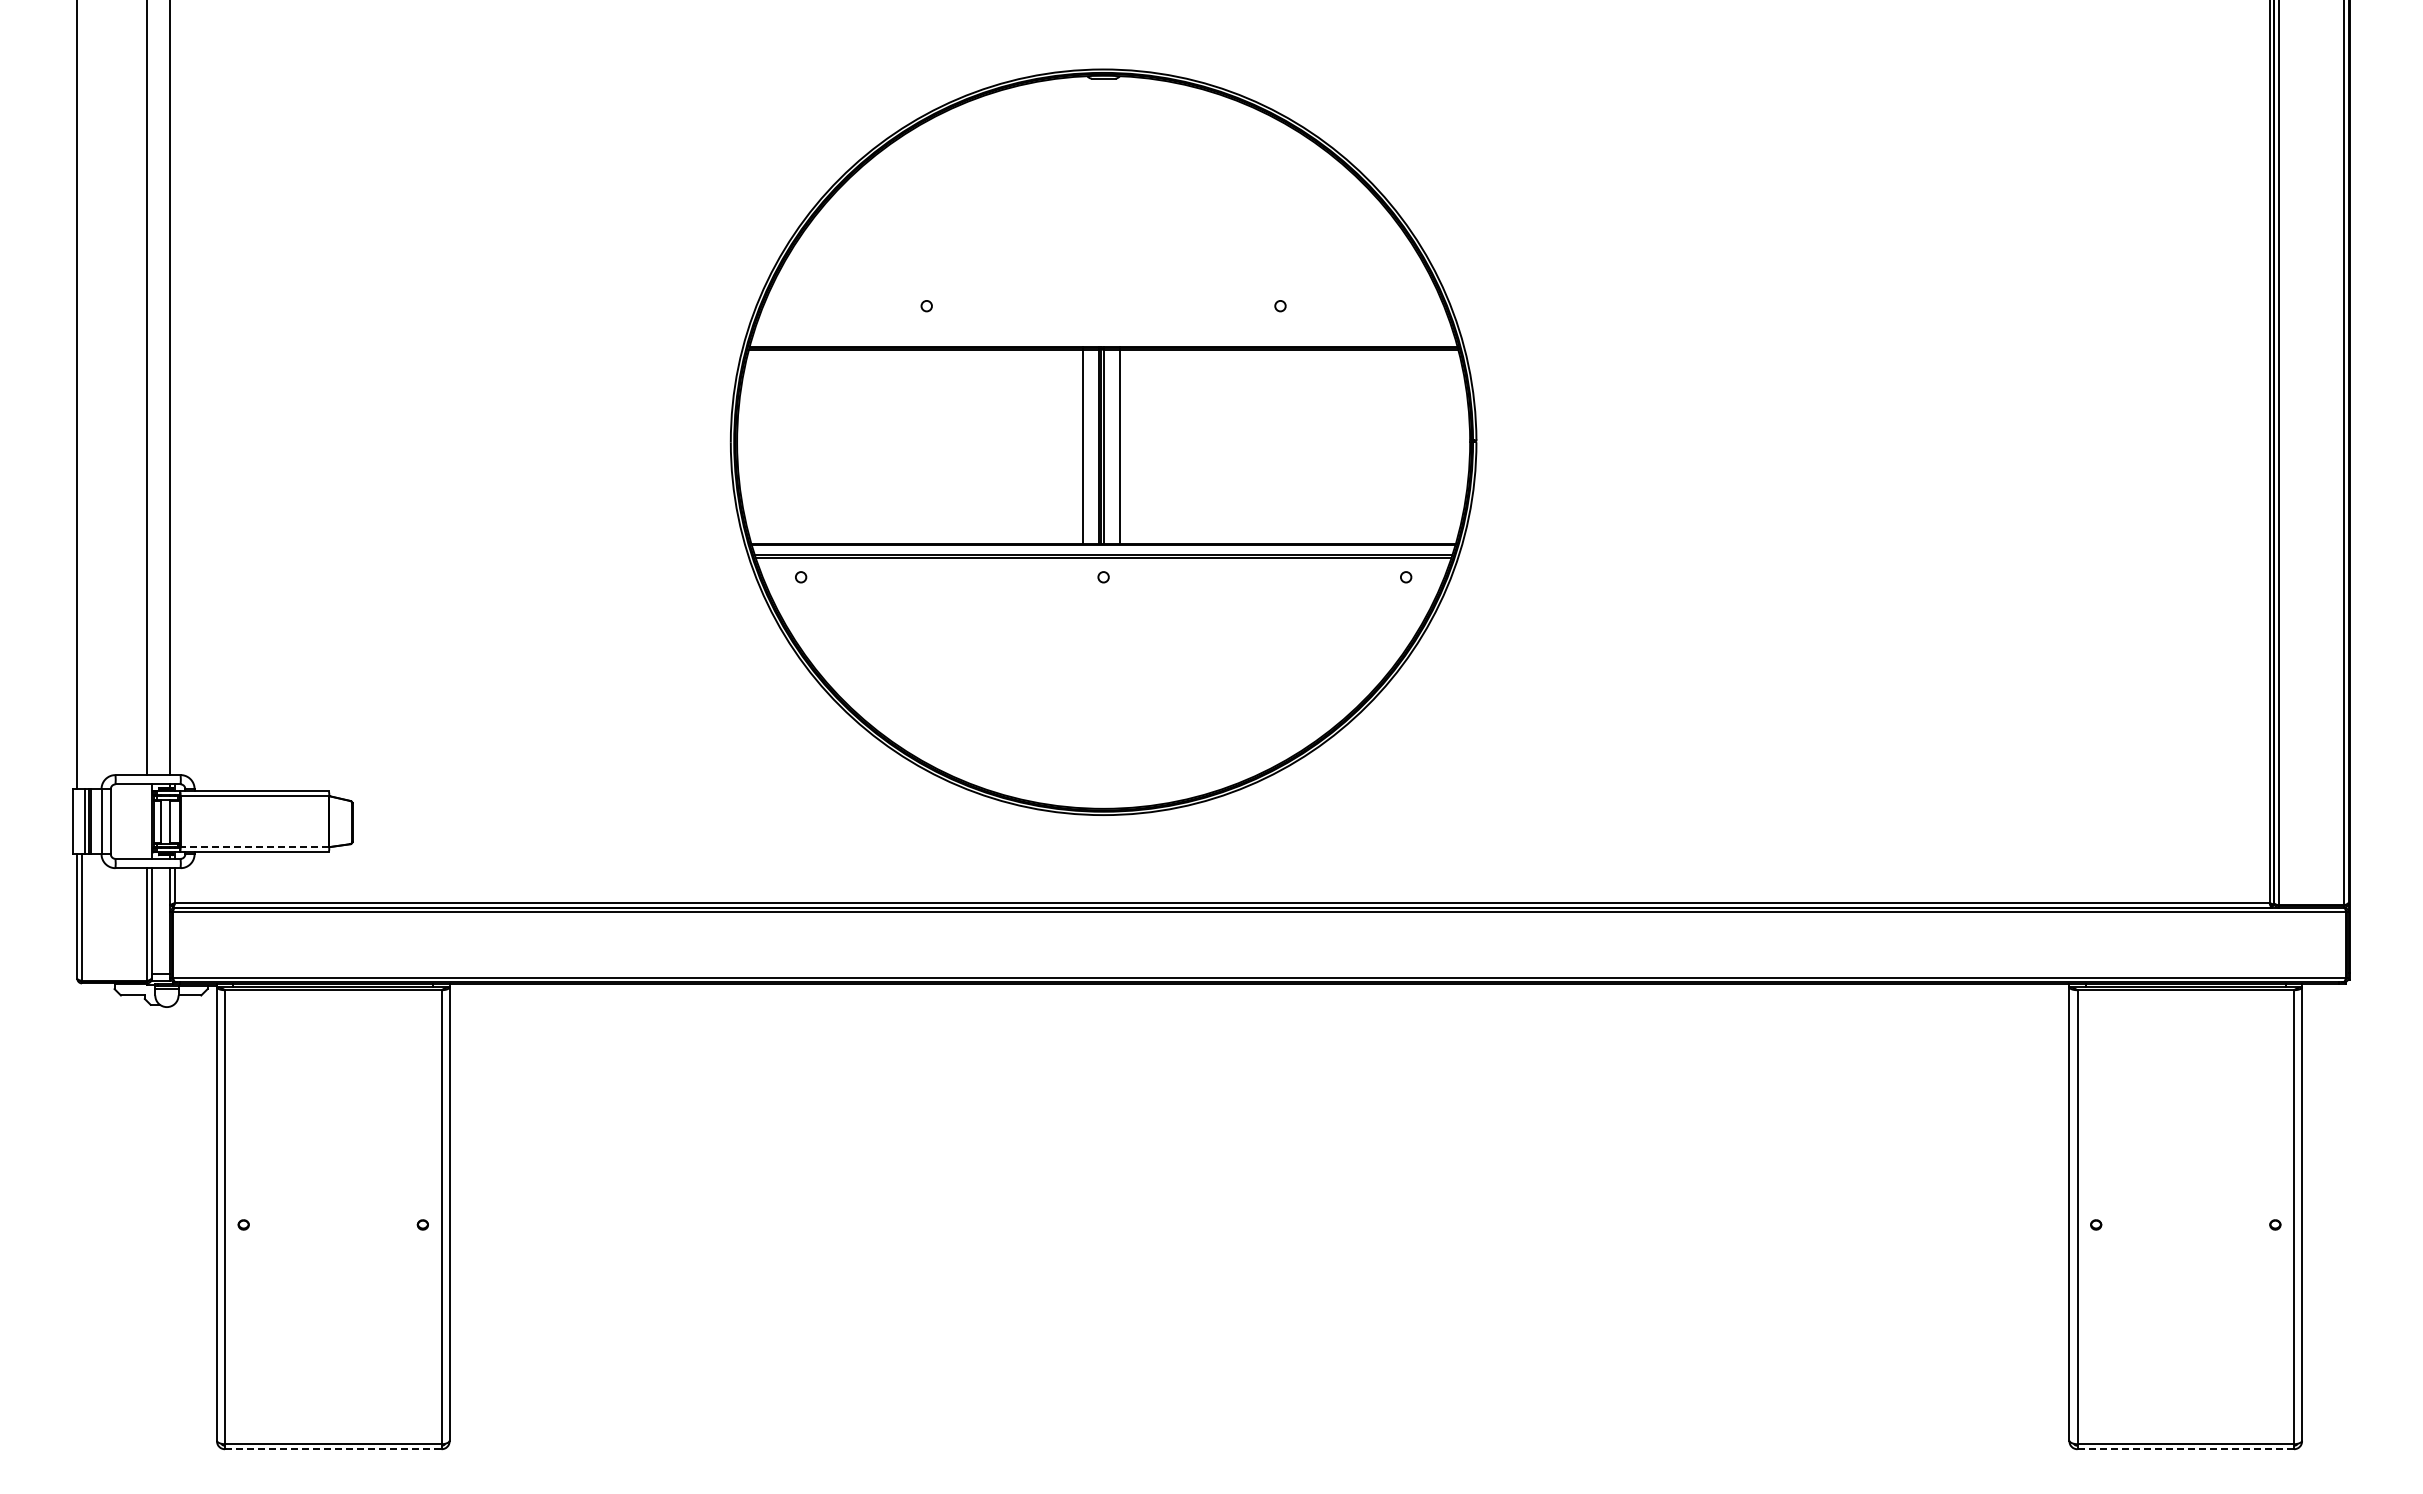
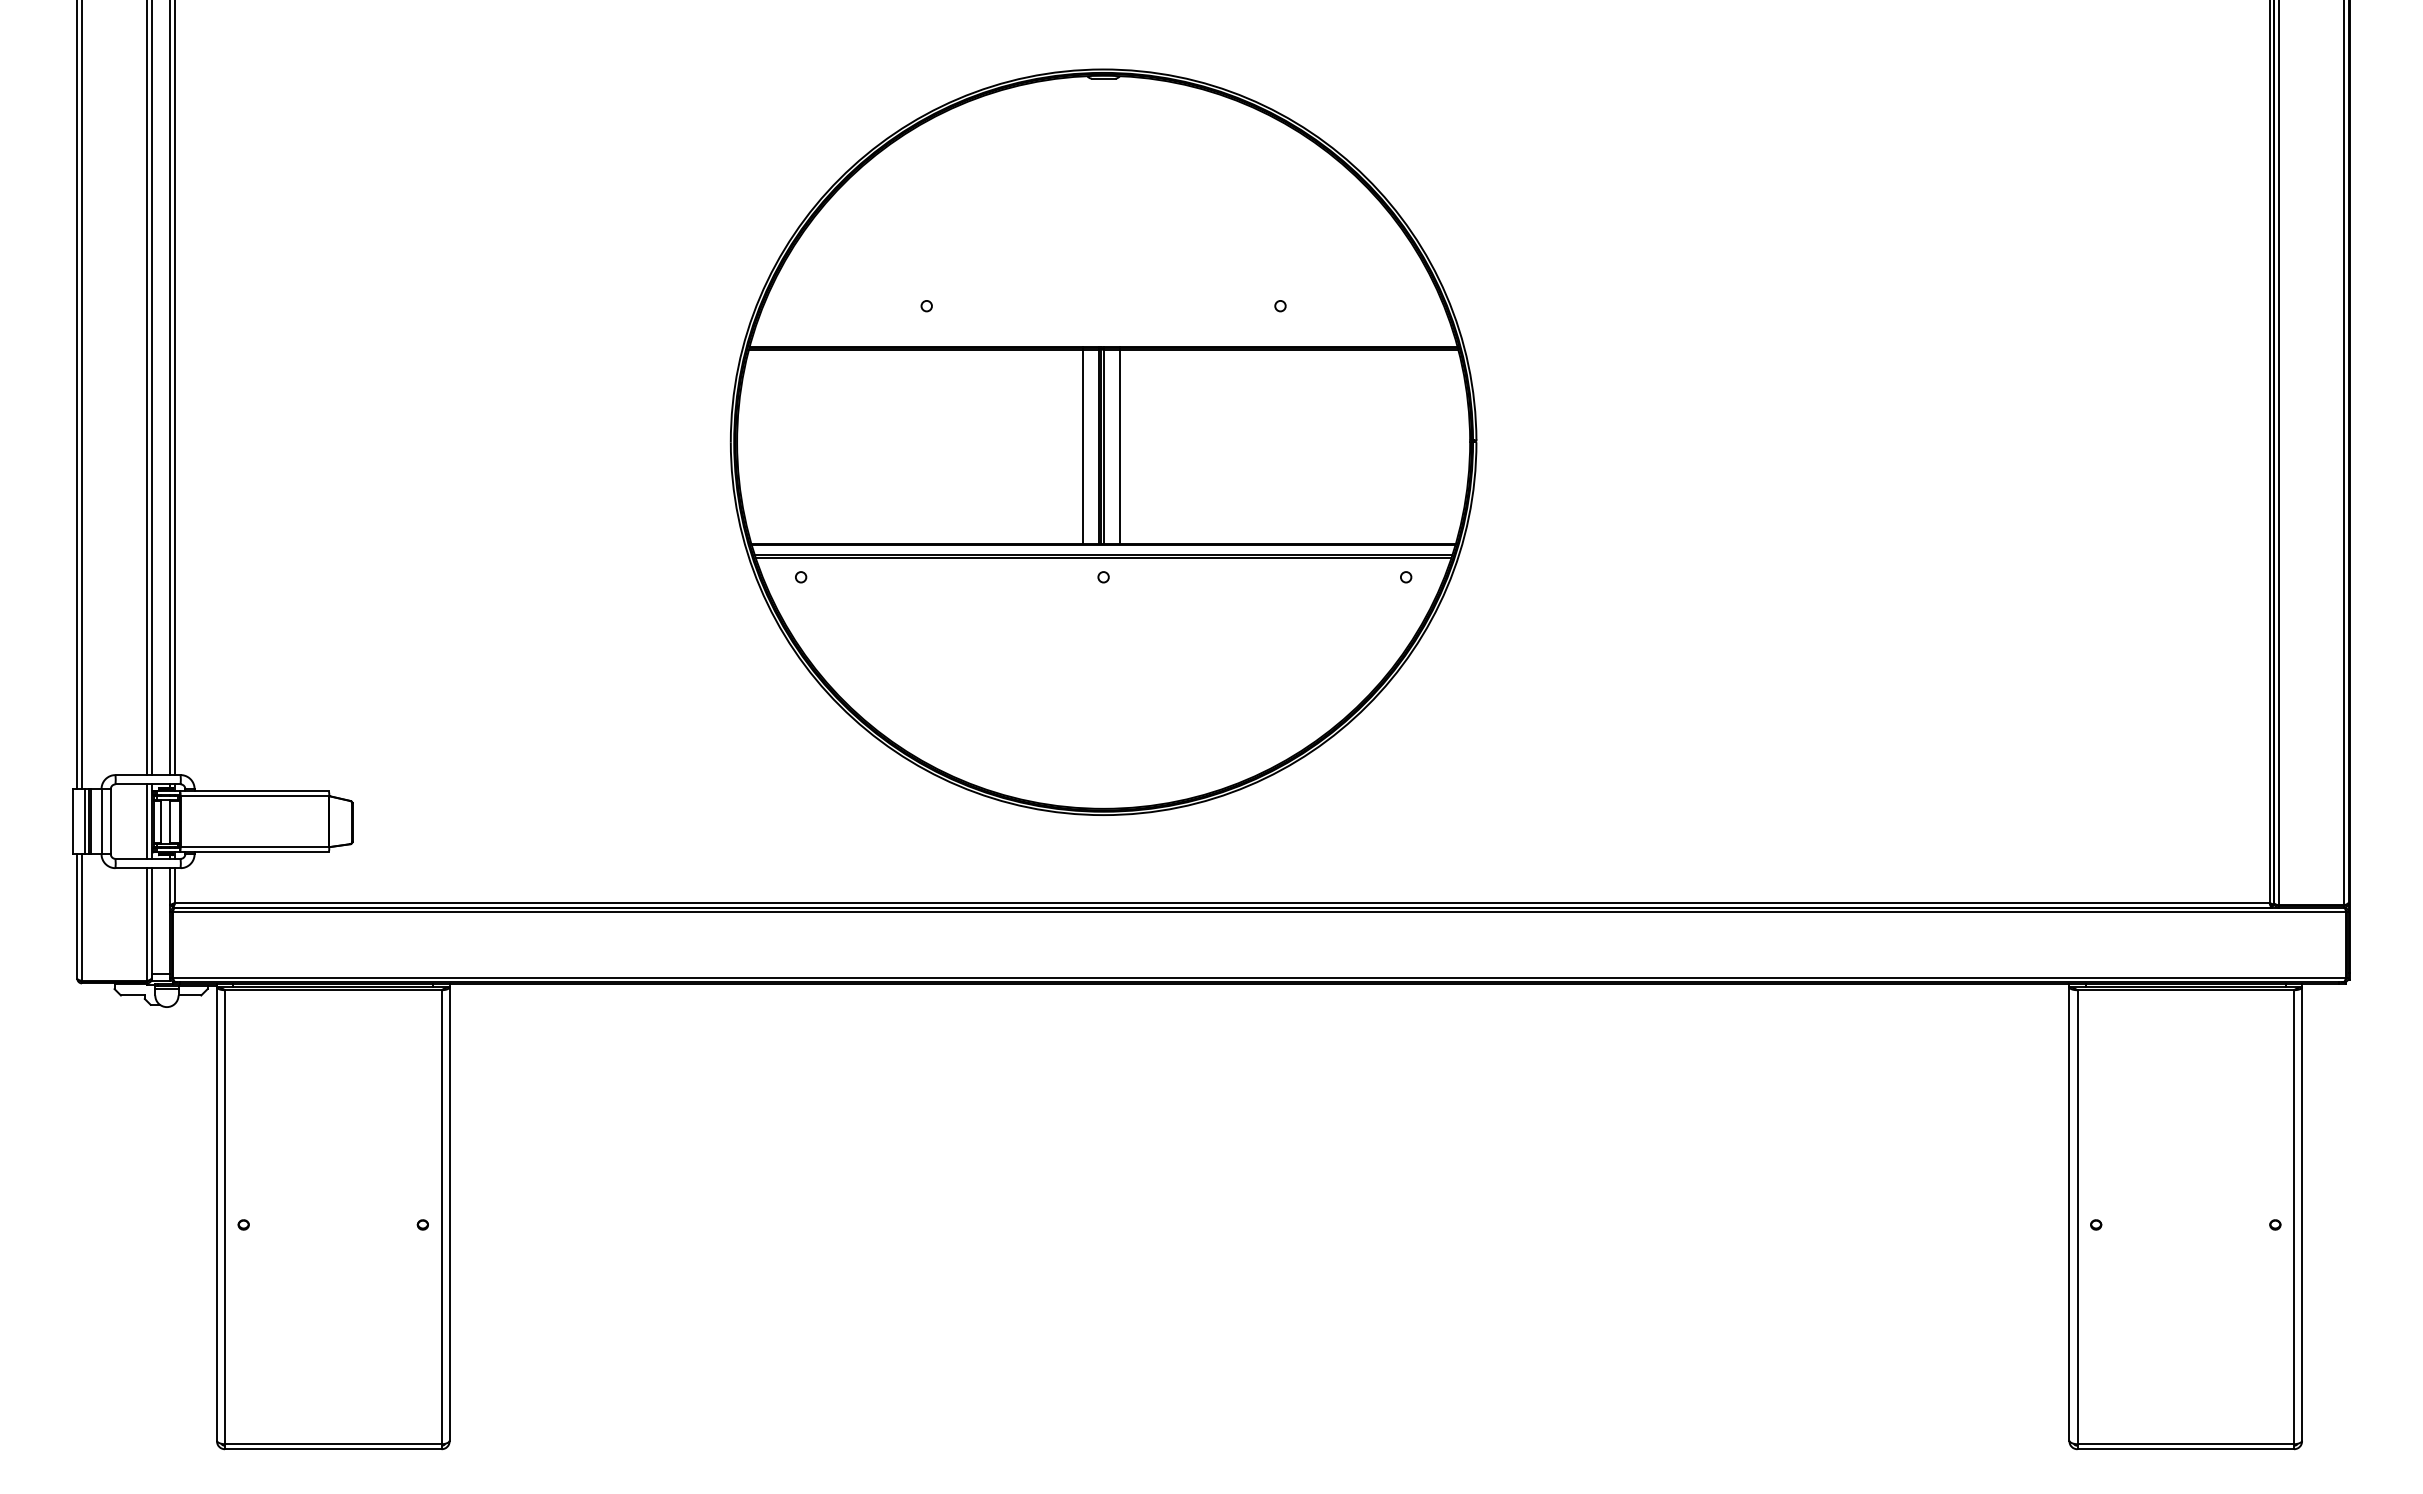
line at (151, 388): none -> present
line at (175, 388): none -> present
line at (81, 395): none -> present
line at (147, 821): none -> present
line at (254, 847): dashed -> solid
line at (333, 1449): dashed -> solid
line at (2186, 1449): dashed -> solid
